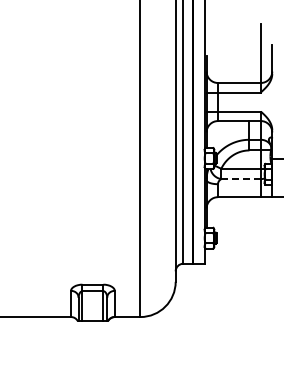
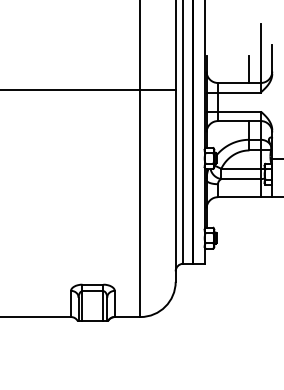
line at (249, 69): none -> present
line at (88, 89): none -> present
line at (241, 179): dashed -> solid
